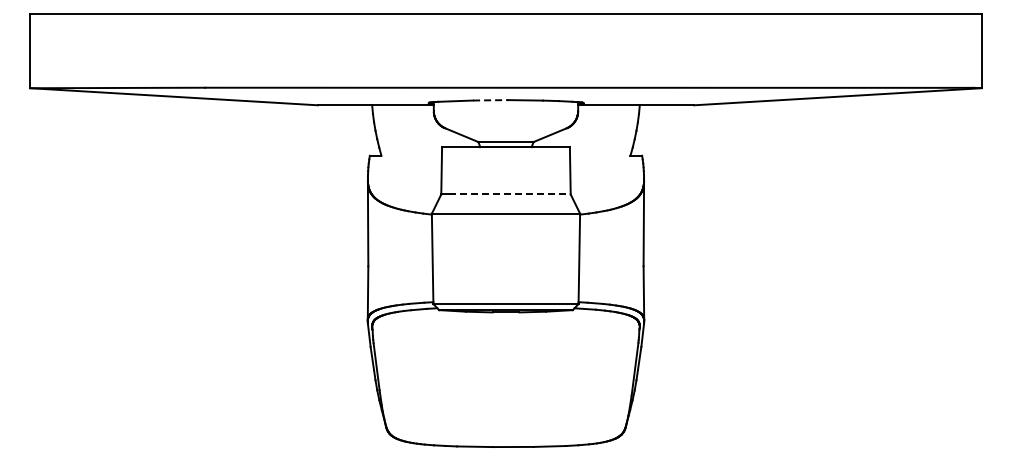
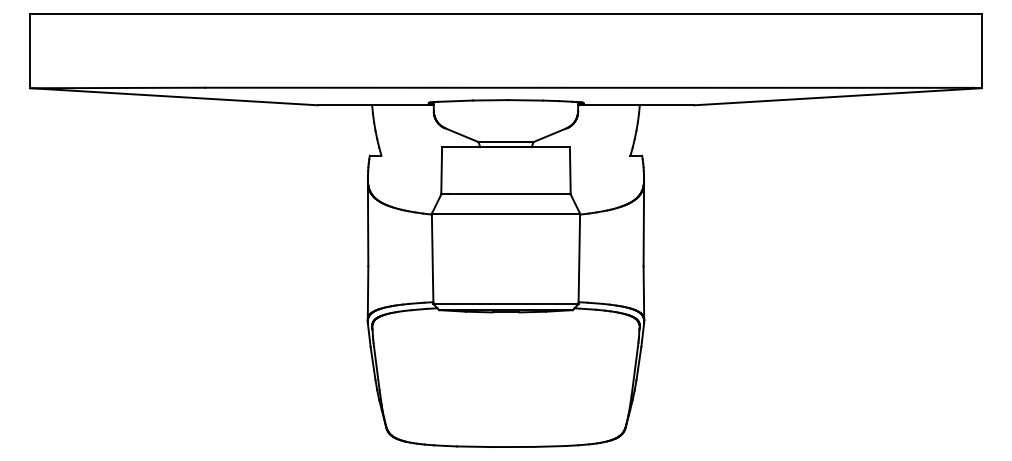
line at (490, 100): dashed -> solid
line at (509, 194): dashed -> solid
